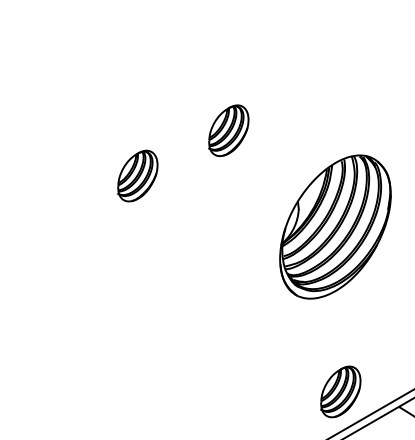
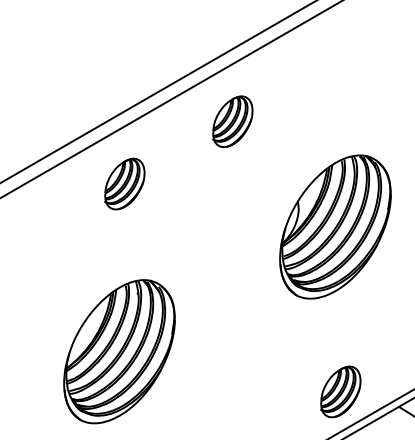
line at (157, 91): none -> present
line at (171, 99): none -> present
part at (228, 130) position: (228, 130) -> (232, 121)
part at (137, 175) position: (137, 175) -> (124, 183)
part at (119, 351): none -> present
